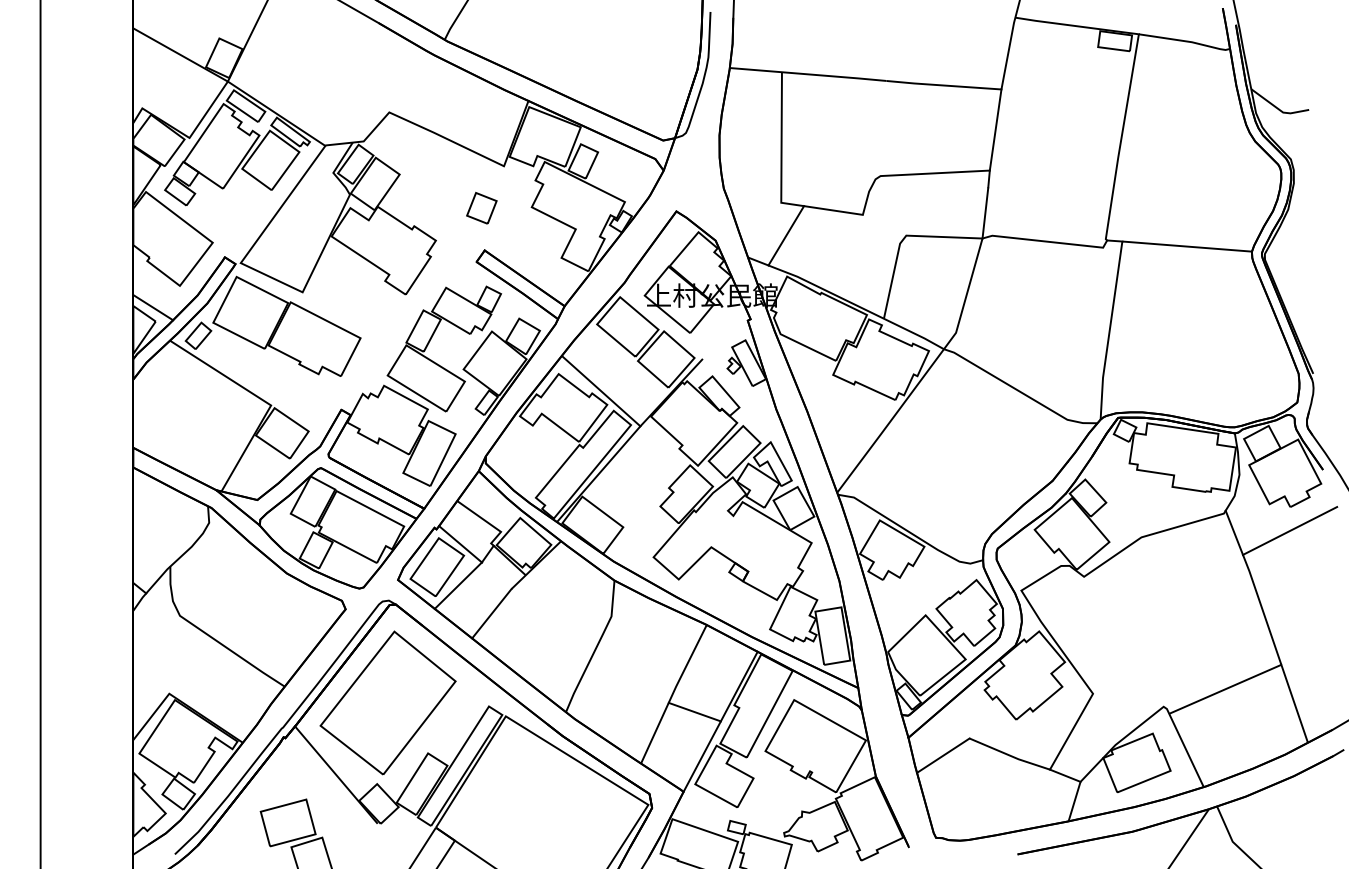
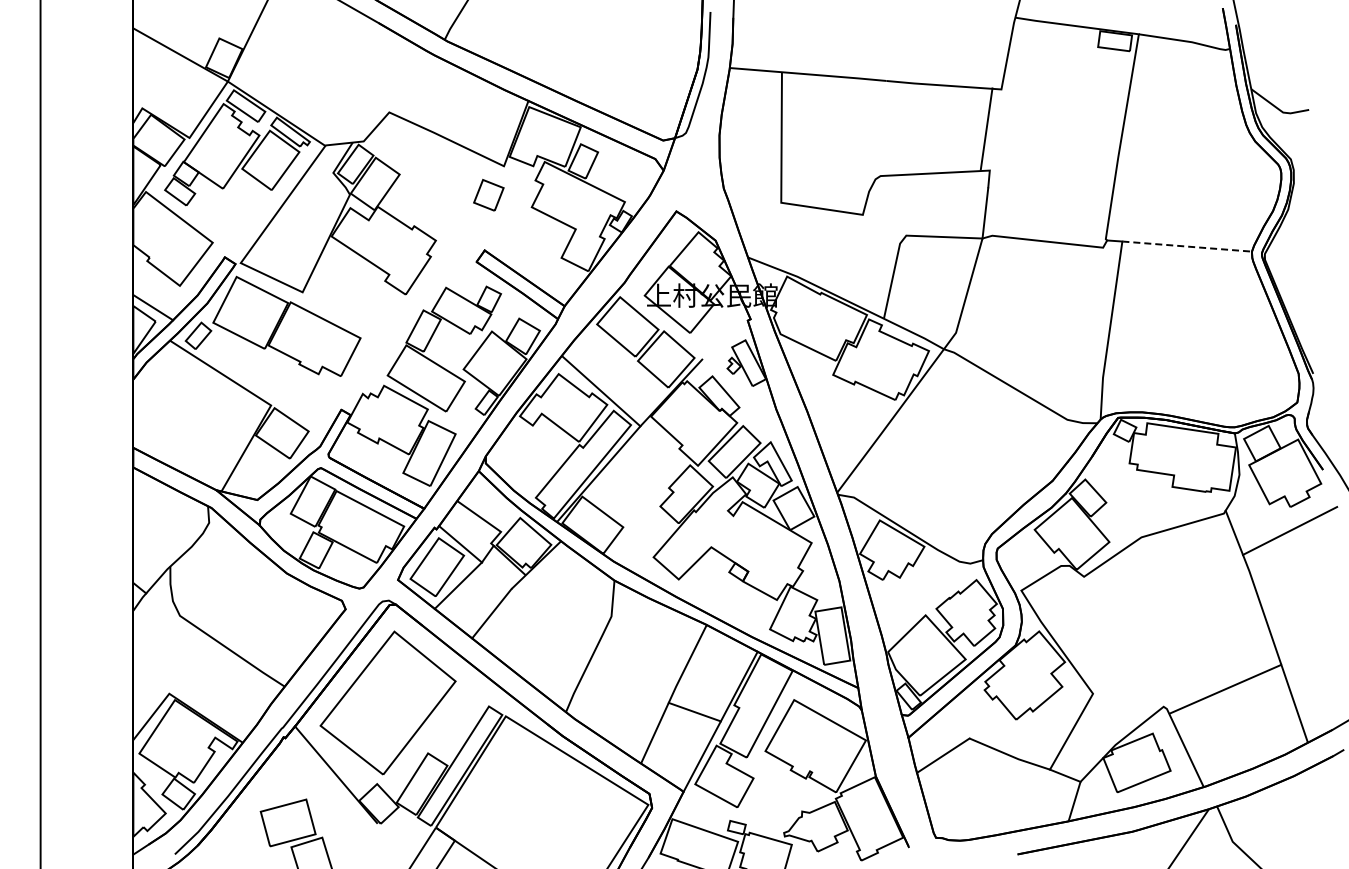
line at (995, 129) position: (995, 129) -> (986, 128)
part at (481, 207) position: (481, 207) -> (488, 194)
line at (786, 235): present -> none
line at (1186, 246): solid -> dashed
